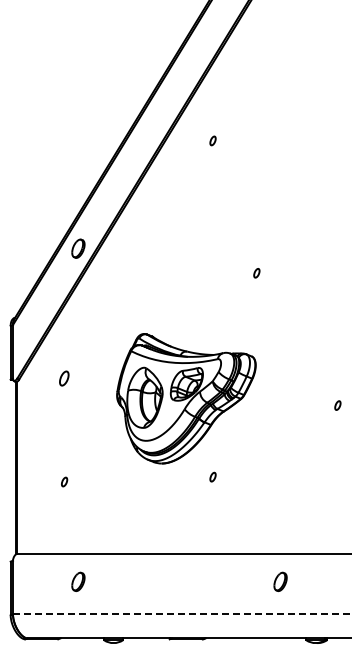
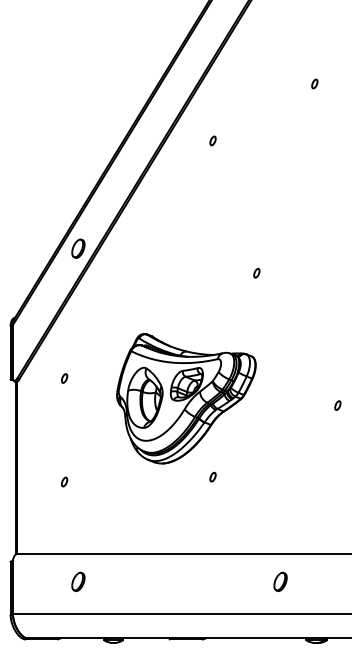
part at (314, 83): none -> present
part at (64, 378) size: 11x17 px -> 8x11 px
line at (182, 614): dashed -> solid
